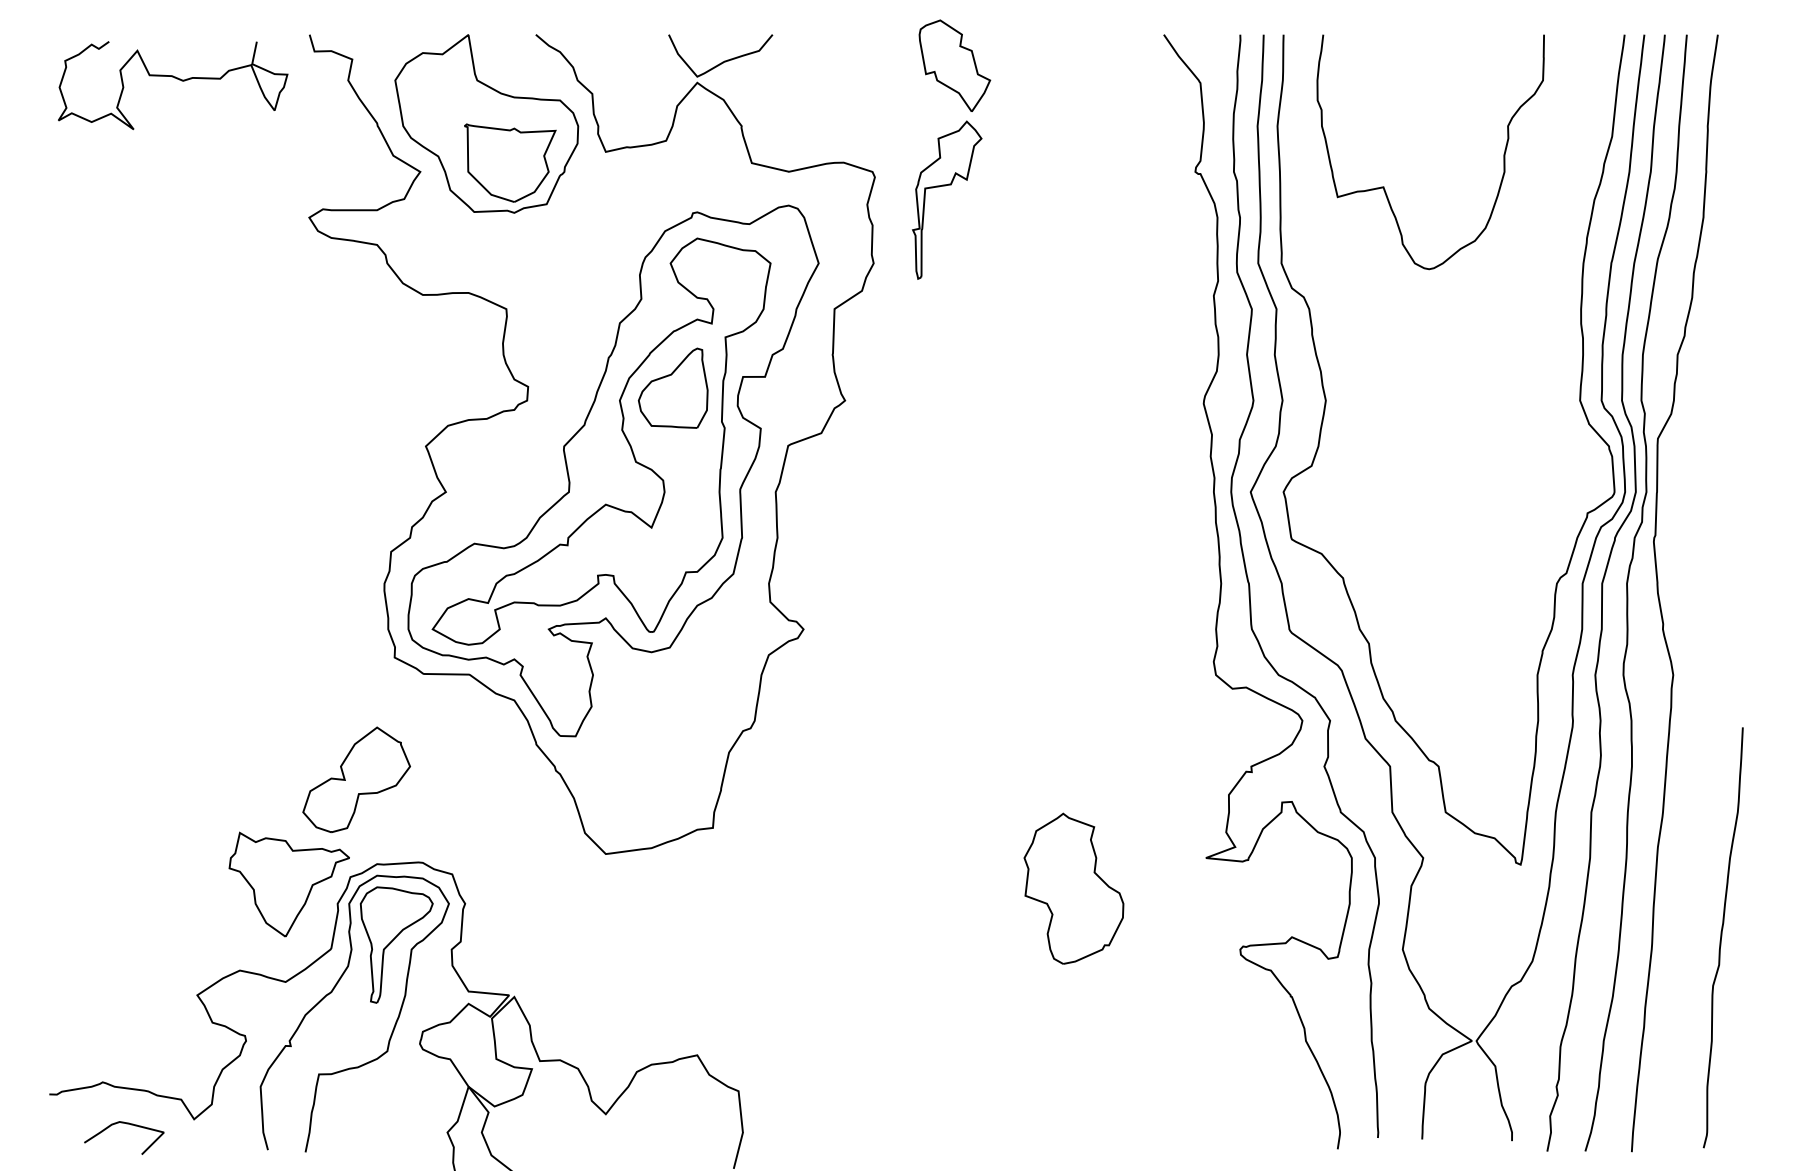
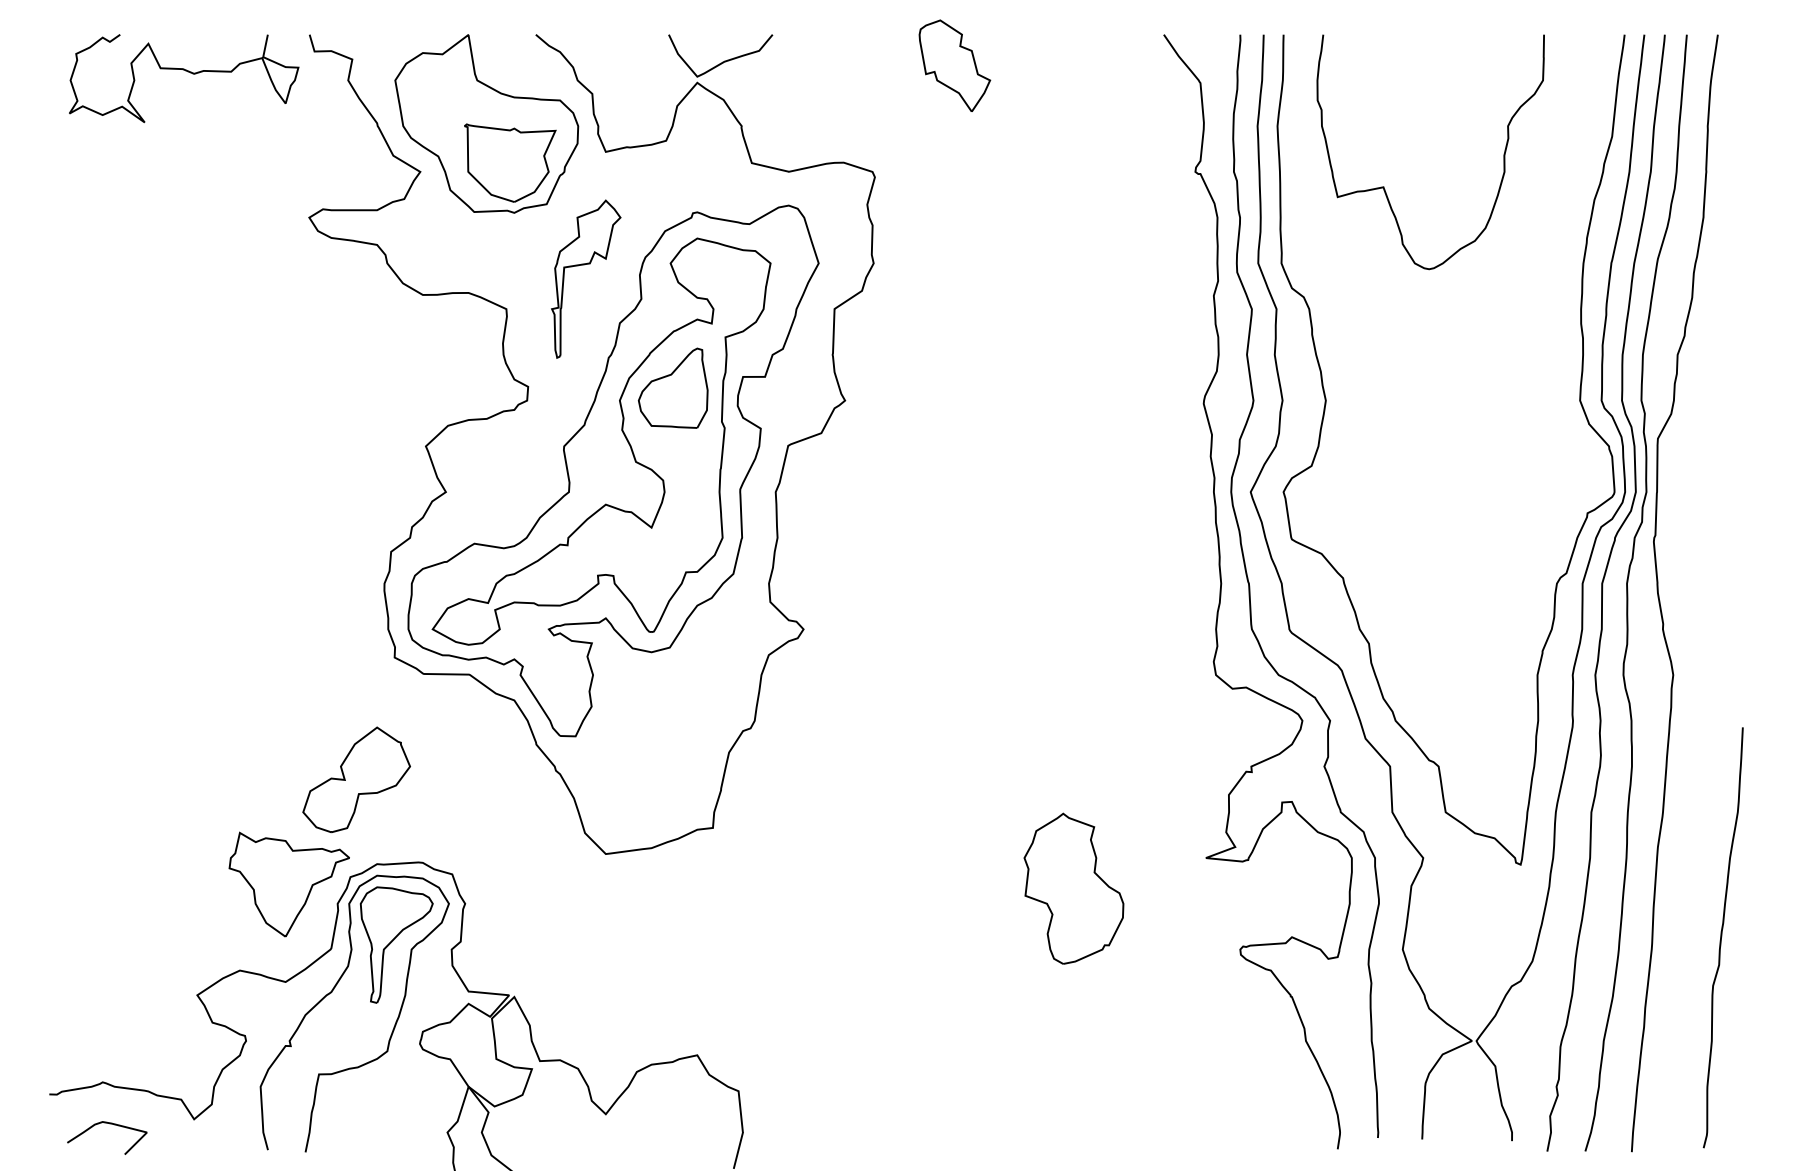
curve at (174, 78) position: (174, 78) -> (185, 71)
part at (945, 186) position: (945, 186) -> (584, 265)
curve at (126, 1124) position: (126, 1124) -> (109, 1124)
